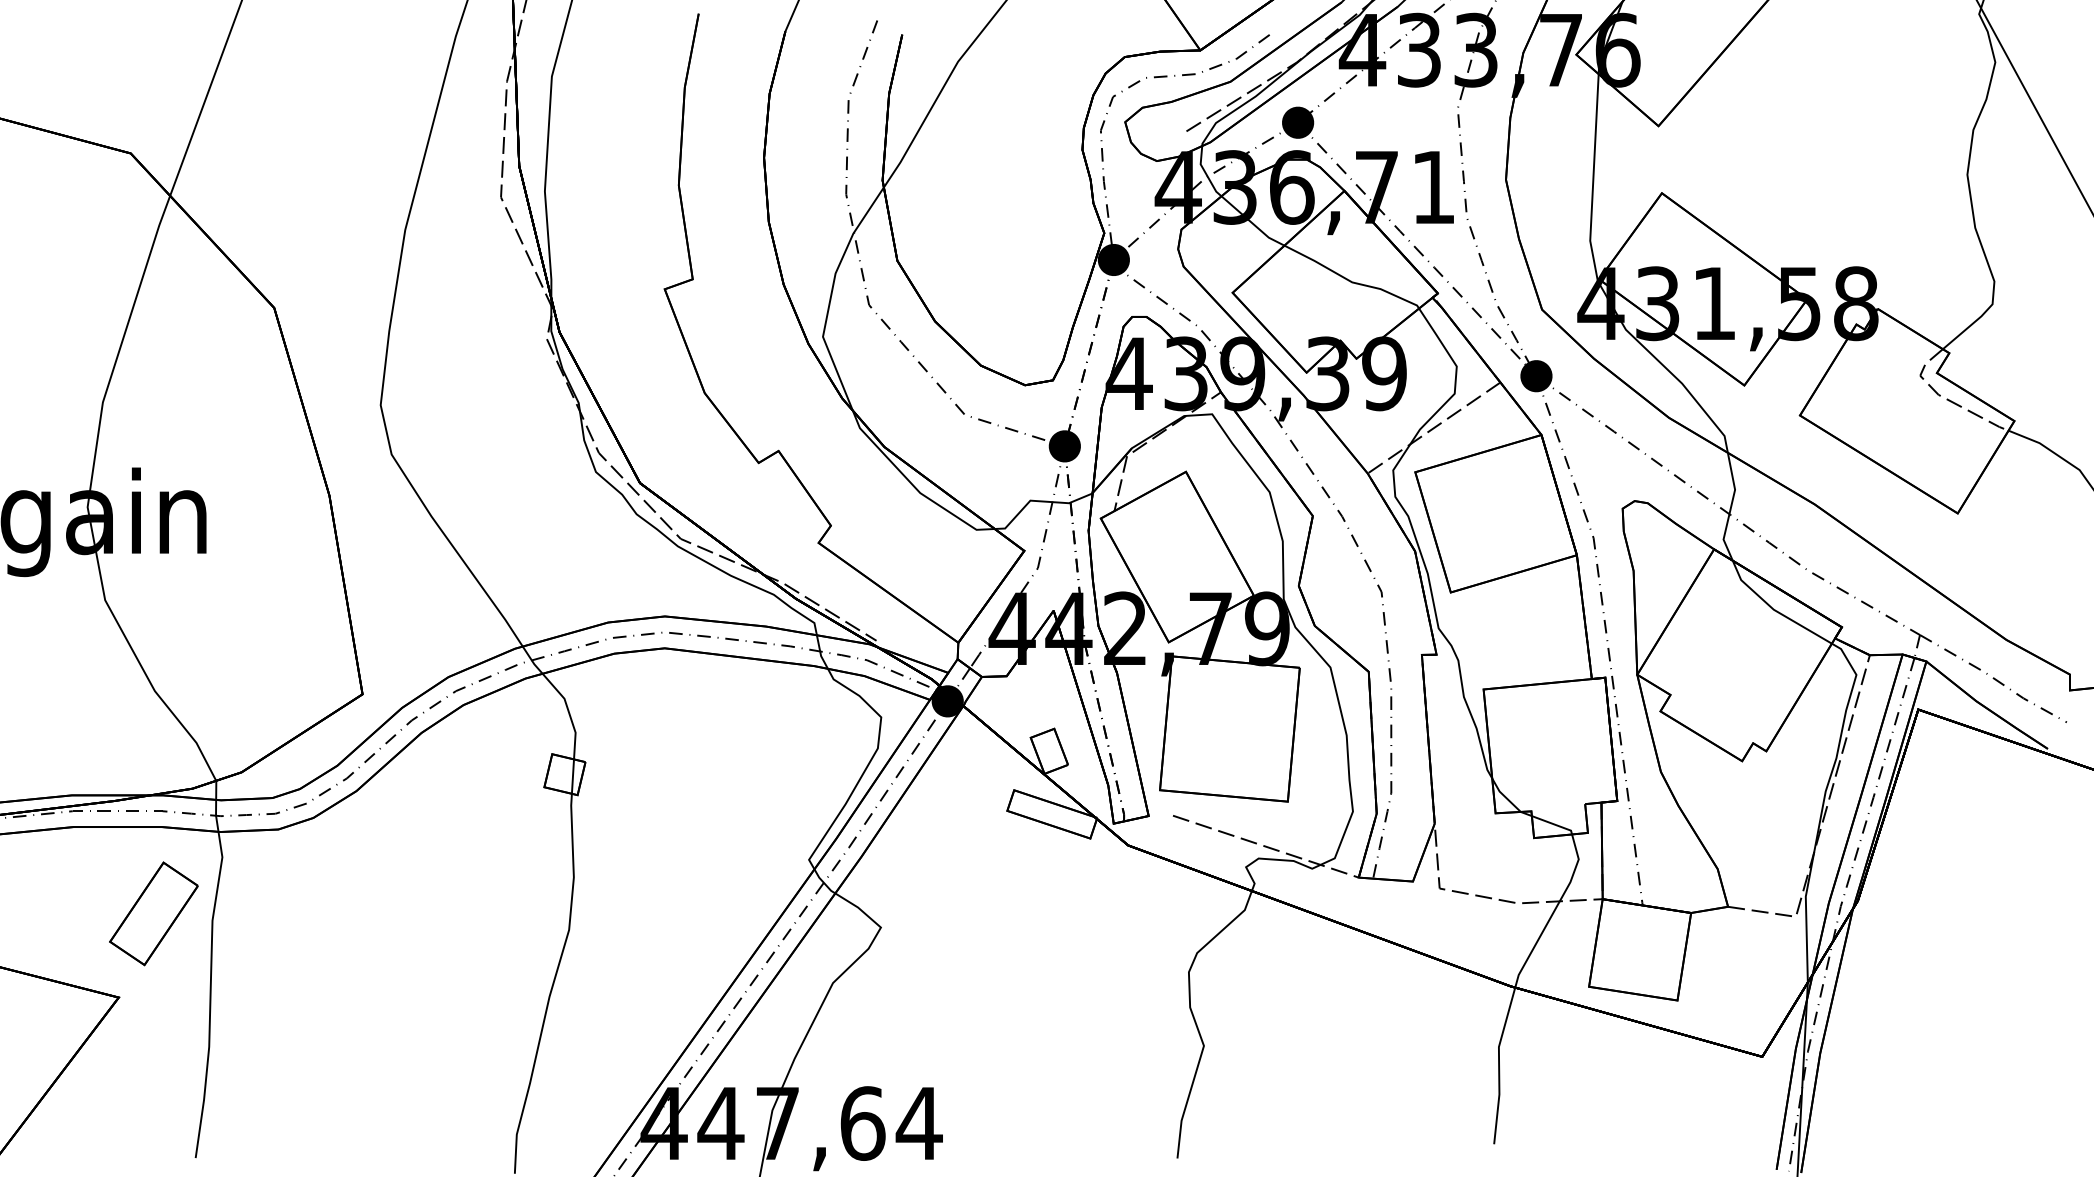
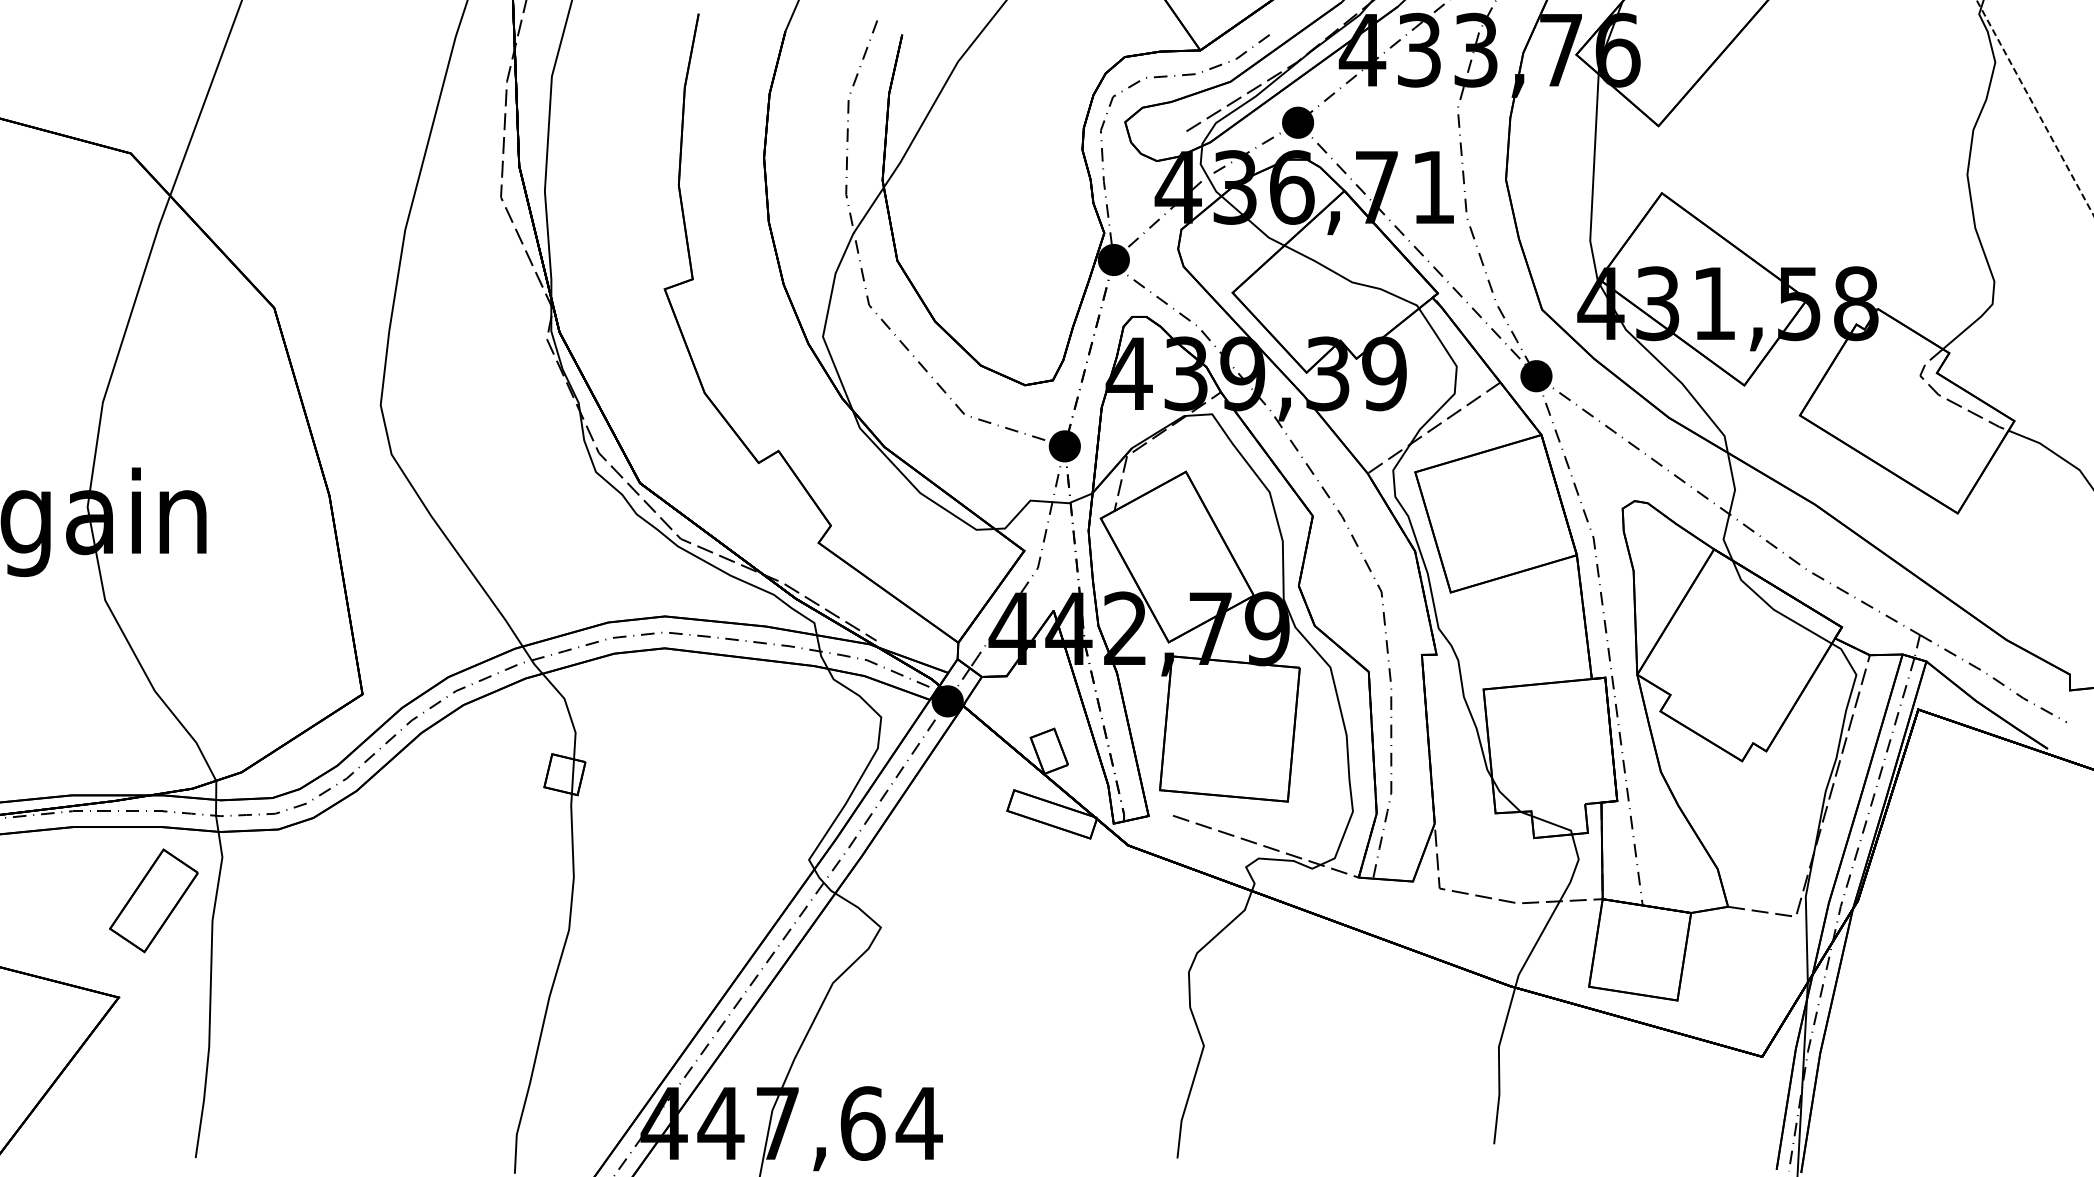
line at (2035, 108): solid -> dashed
part at (153, 913) position: (153, 913) -> (153, 900)
